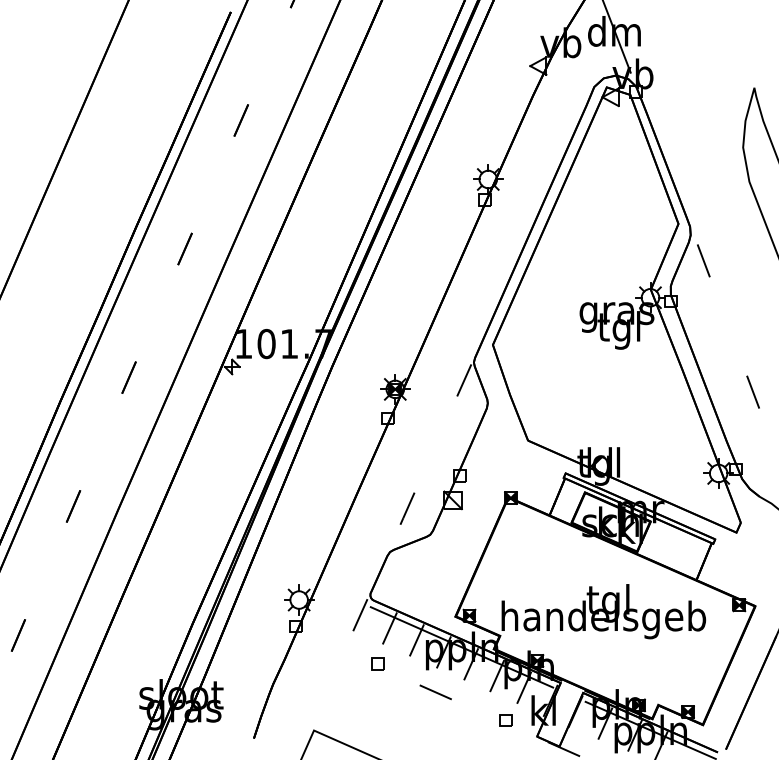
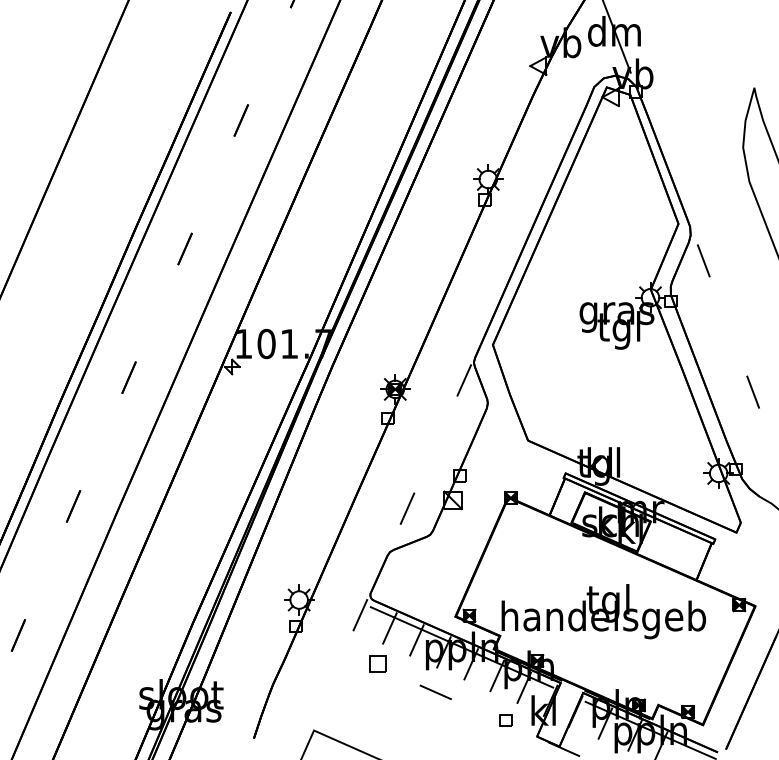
part at (377, 663) size: 14x14 px -> 18x18 px
